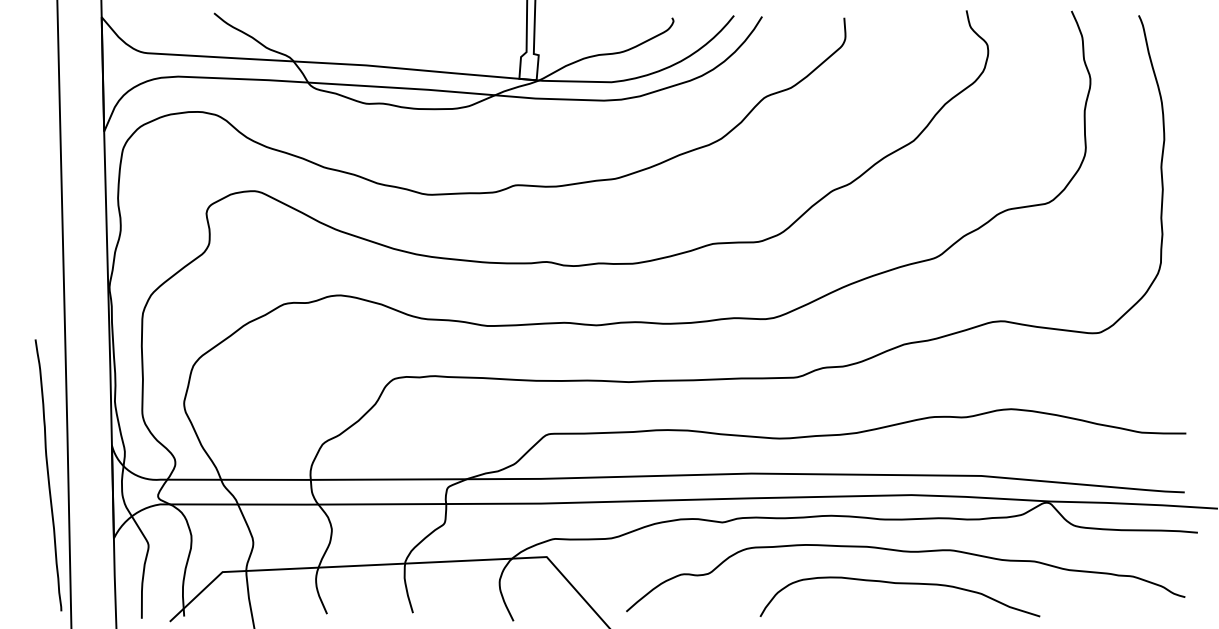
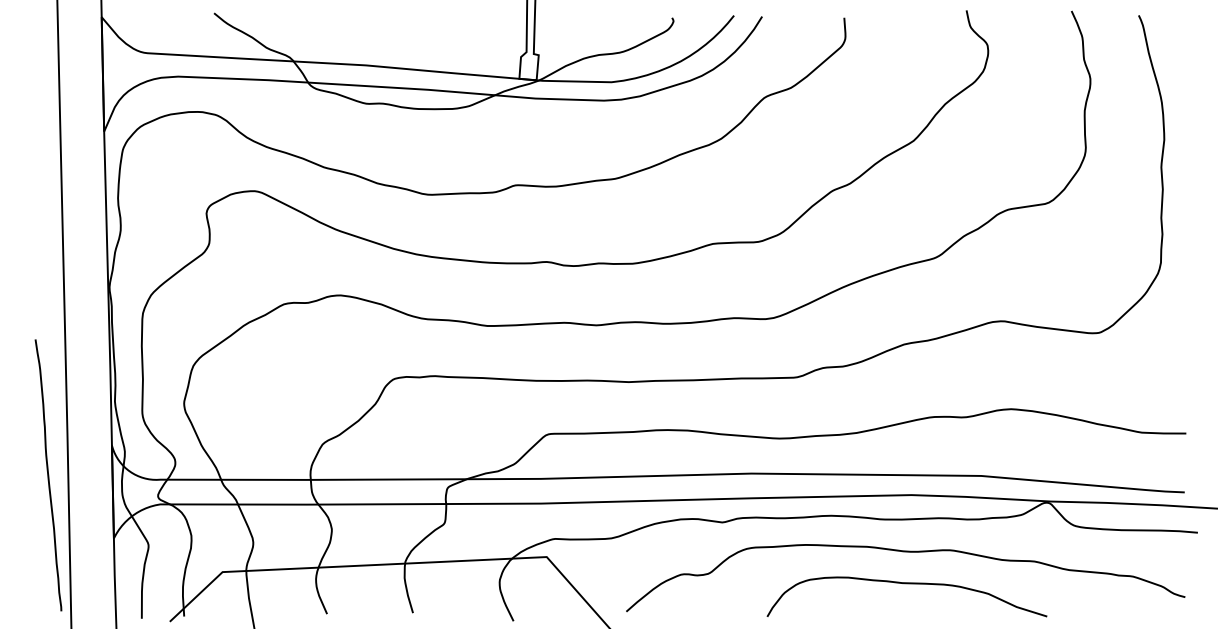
curve at (899, 584) position: (899, 584) -> (906, 584)
